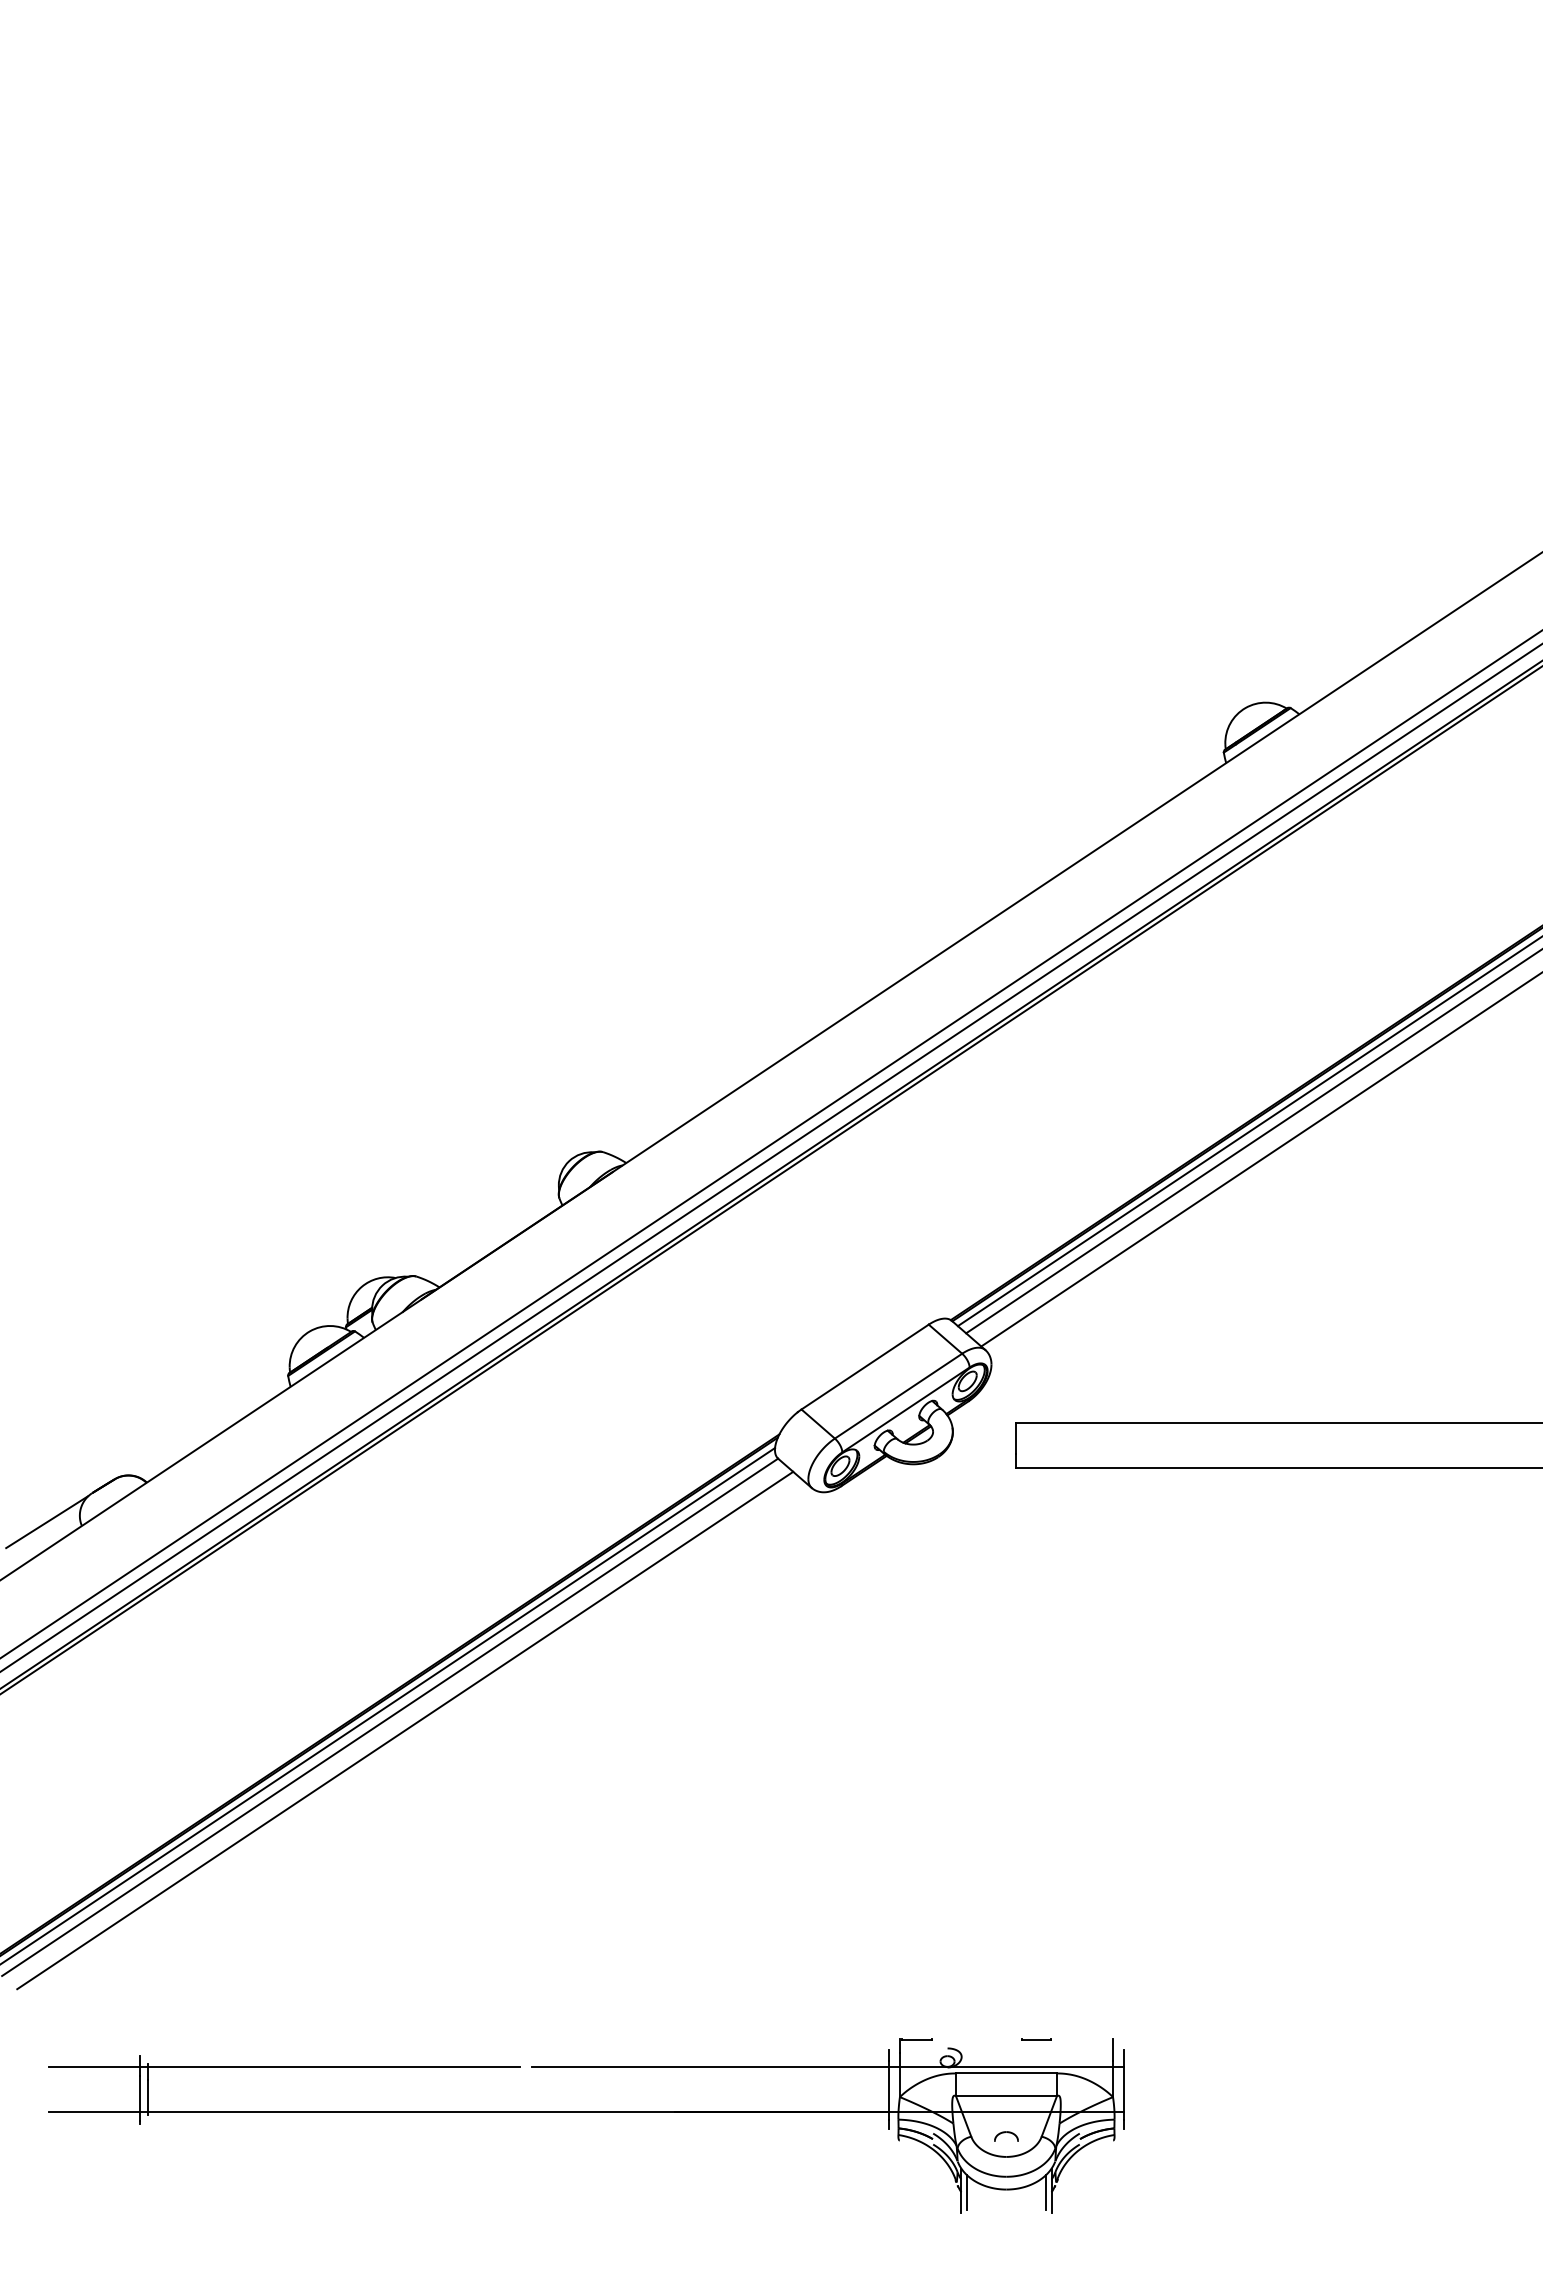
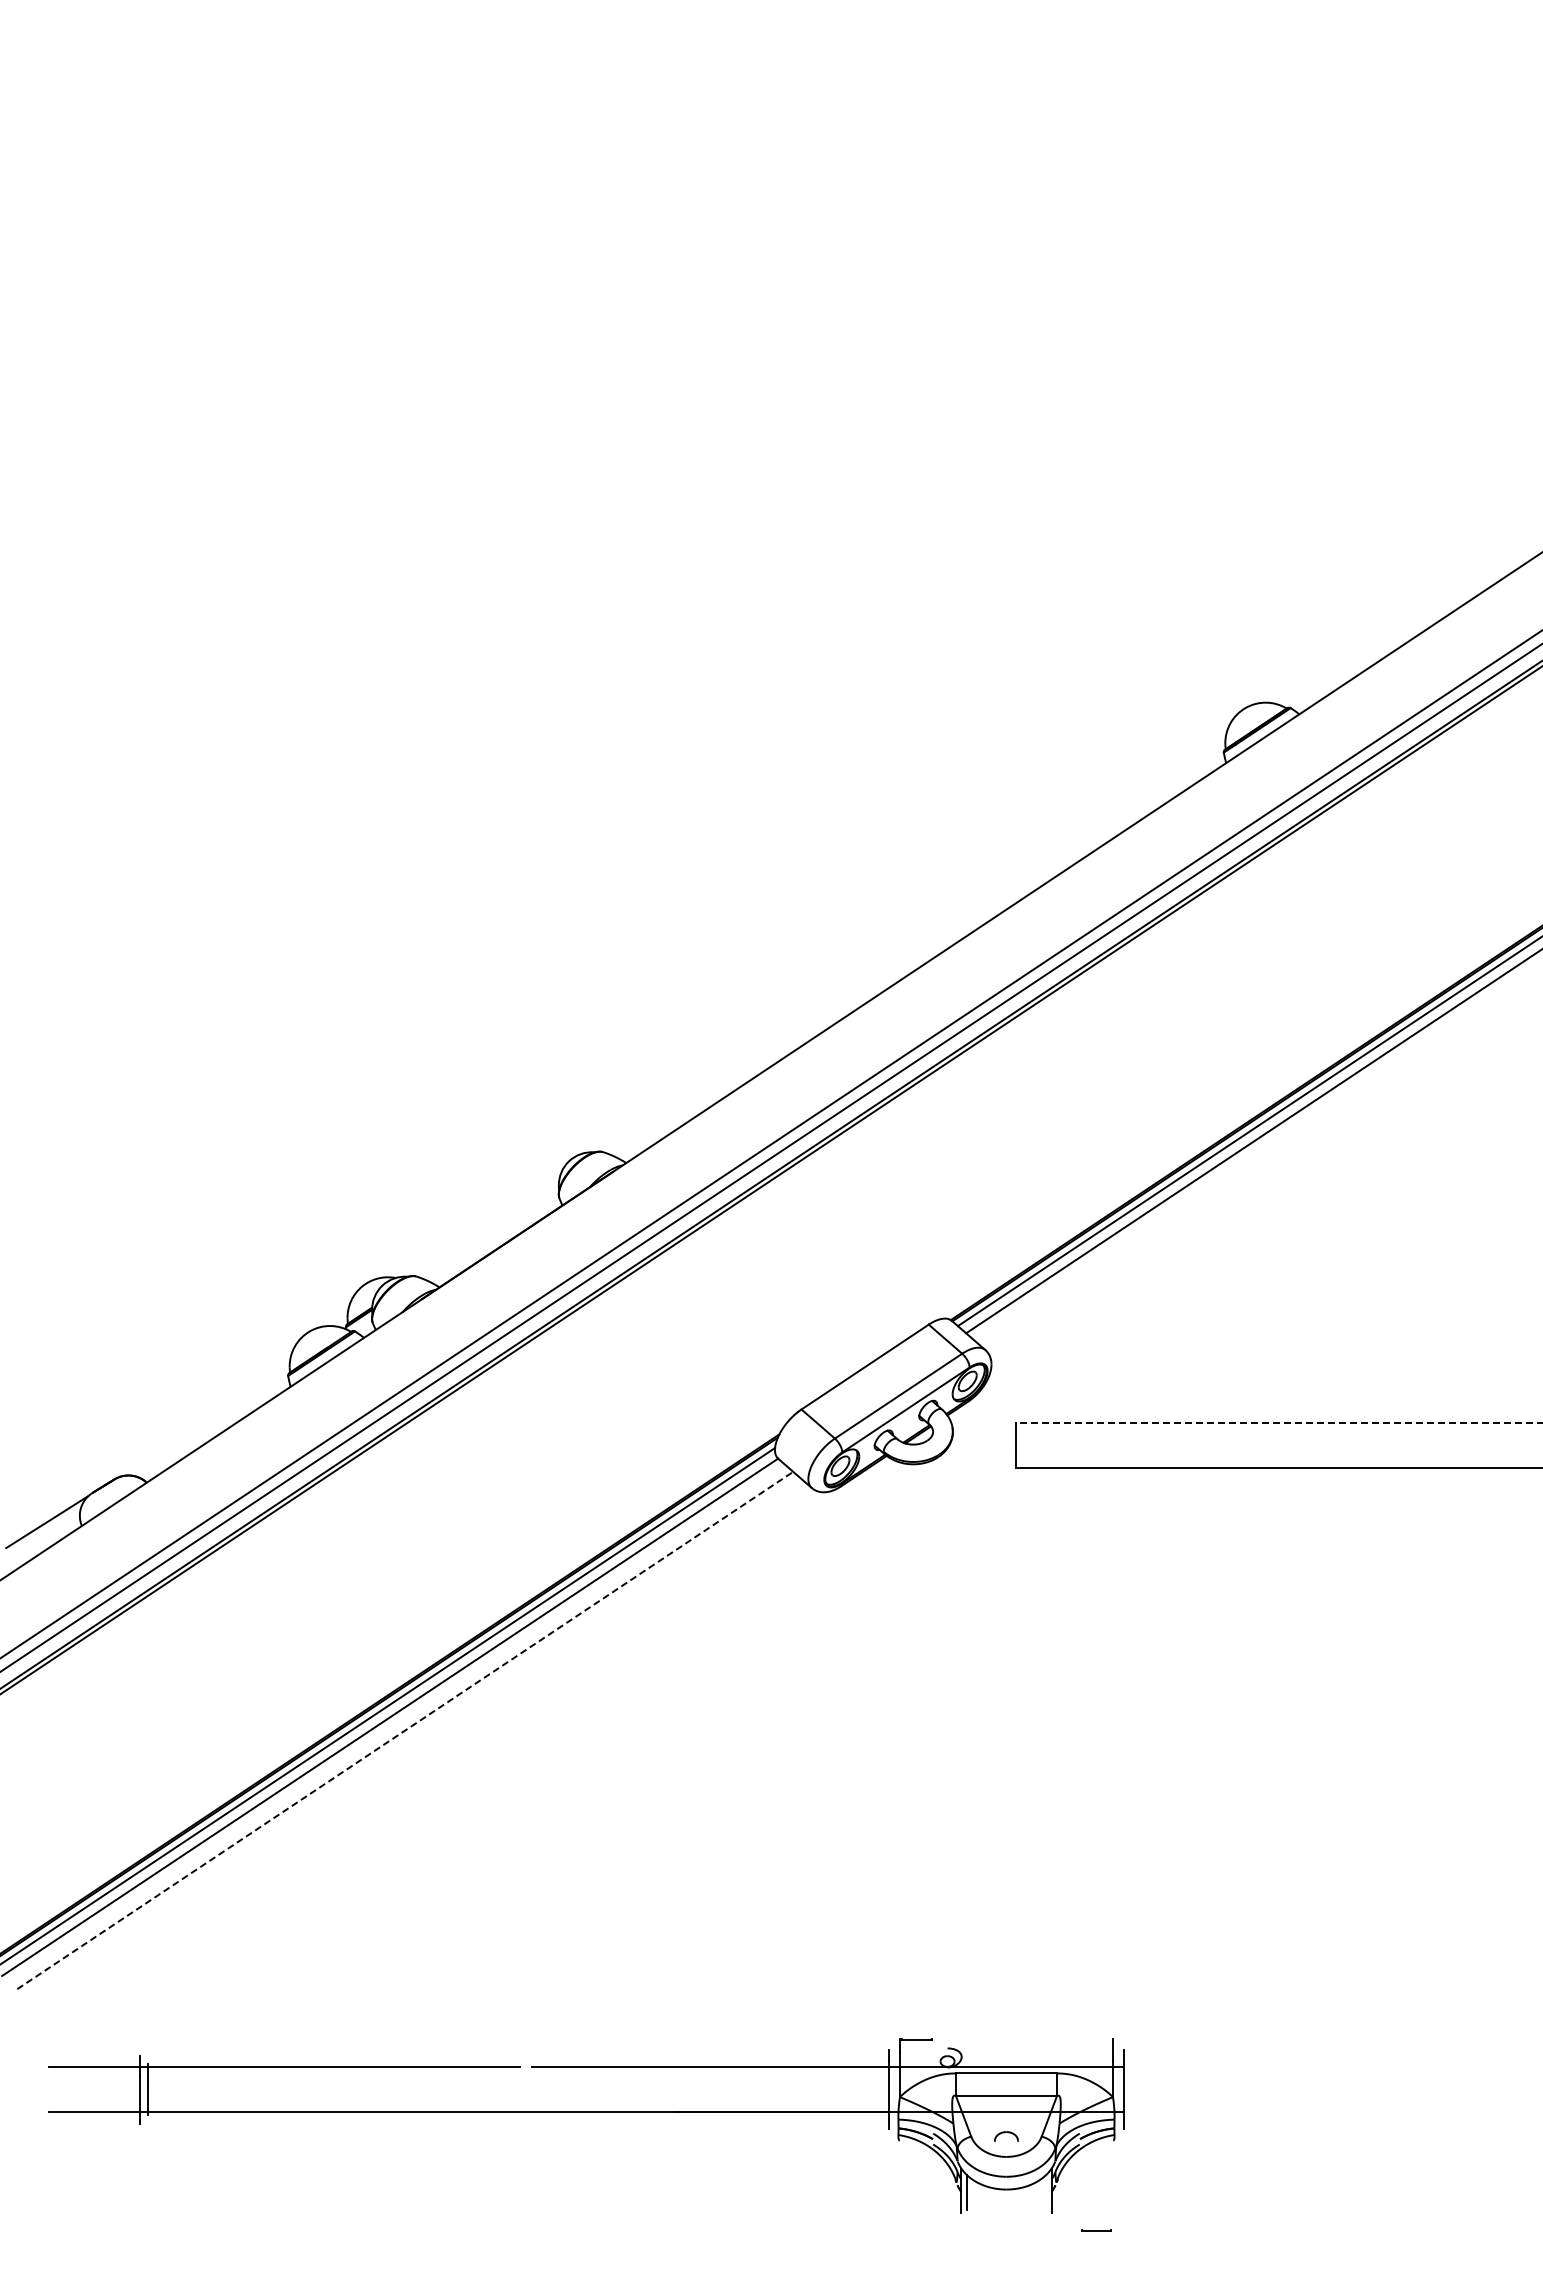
line at (1260, 1160): present -> none
line at (1278, 1422): solid -> dashed
line at (405, 1730): solid -> dashed
line at (1036, 2039) position: (1036, 2039) -> (1096, 2230)
line at (1045, 2192): present -> none
